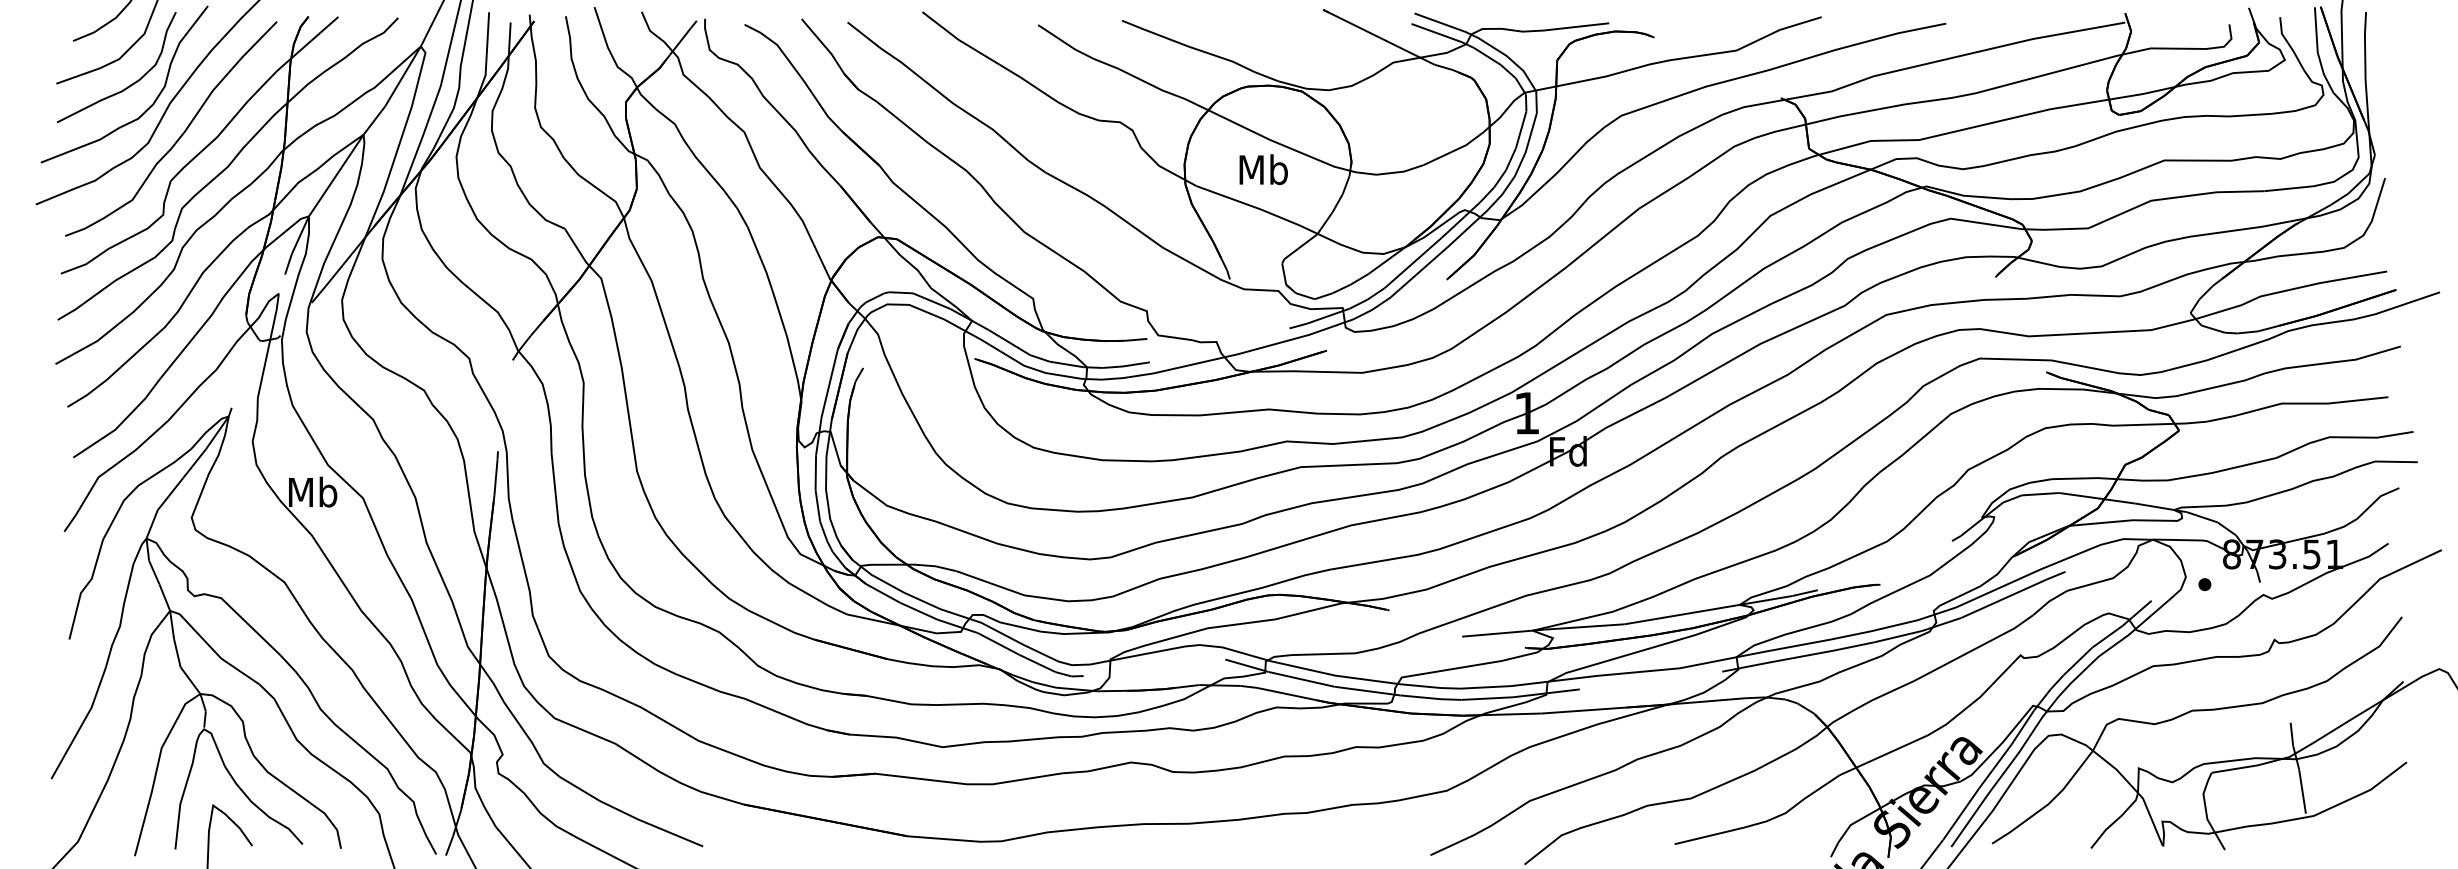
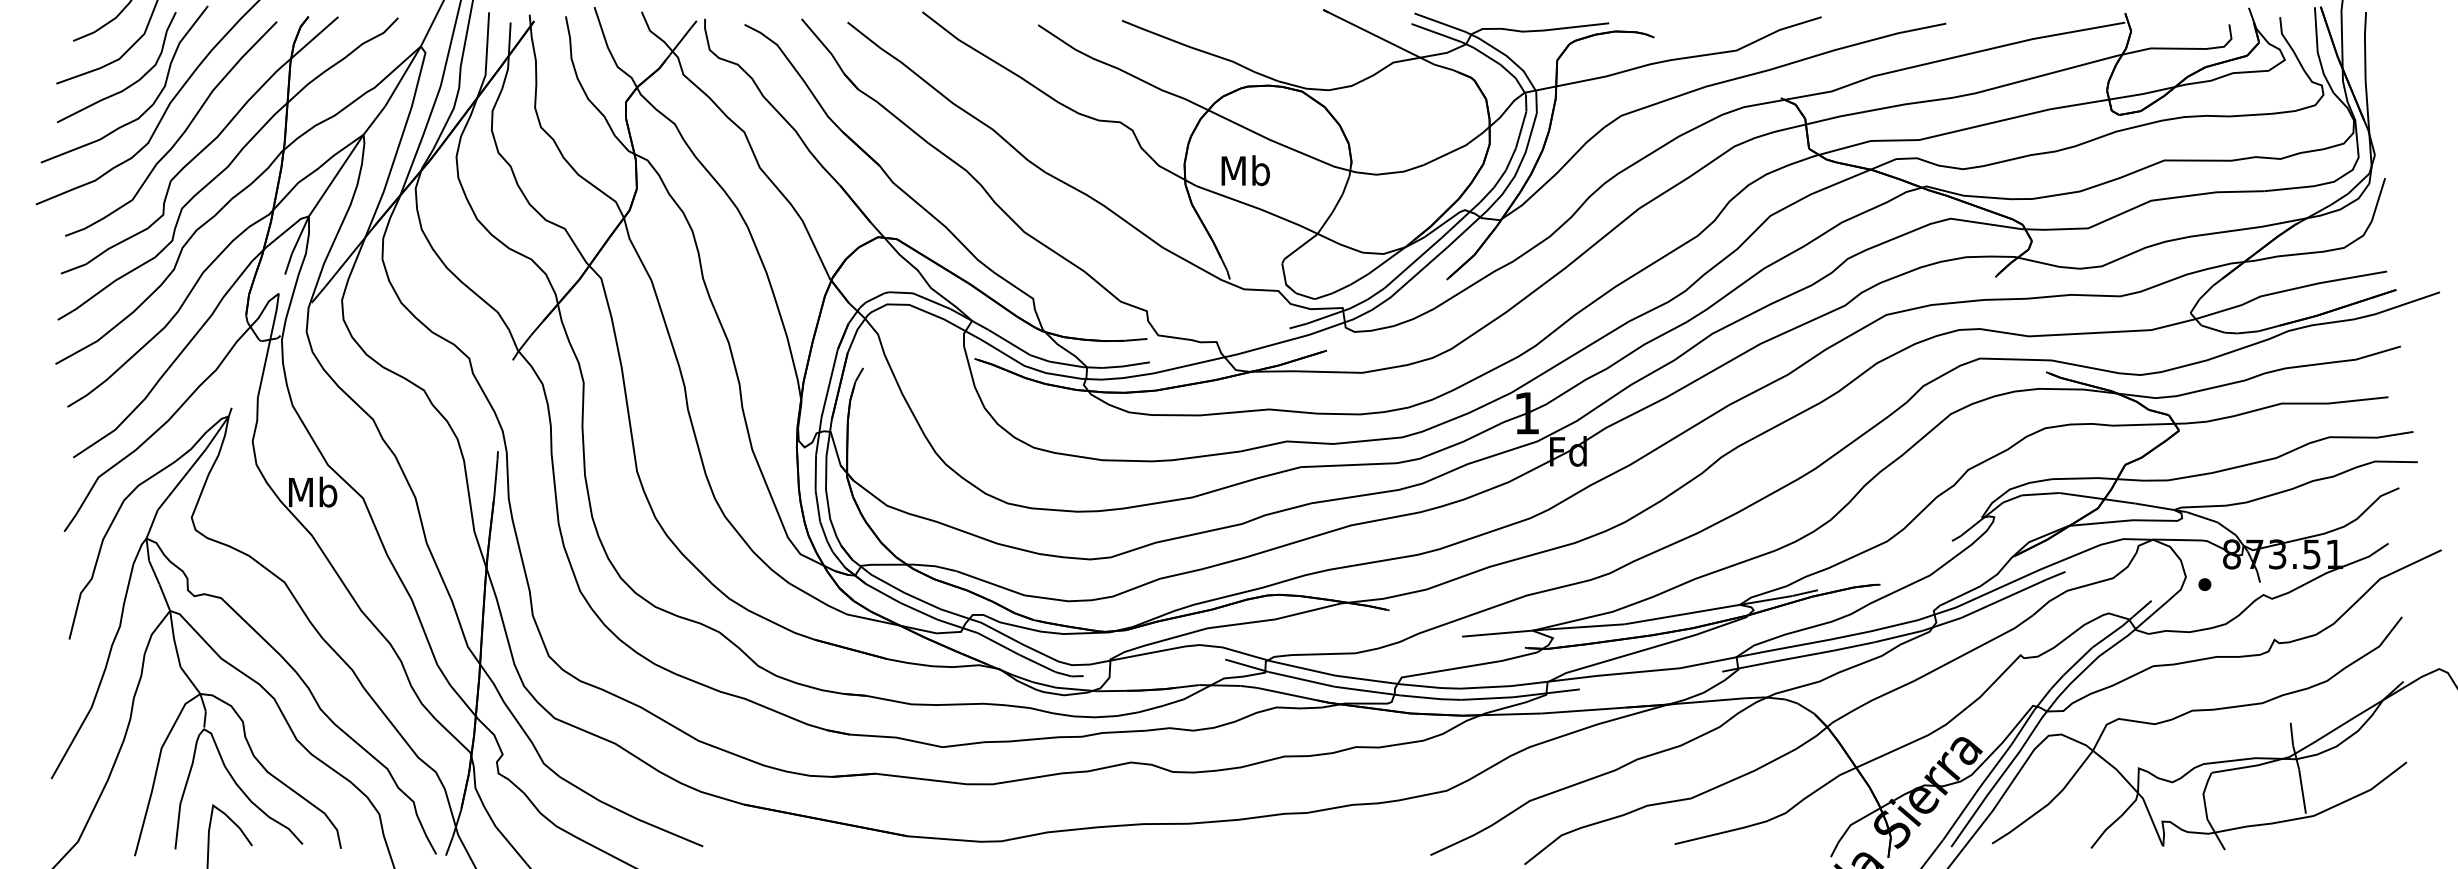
text at (1263, 169) position: (1263, 169) -> (1245, 170)
